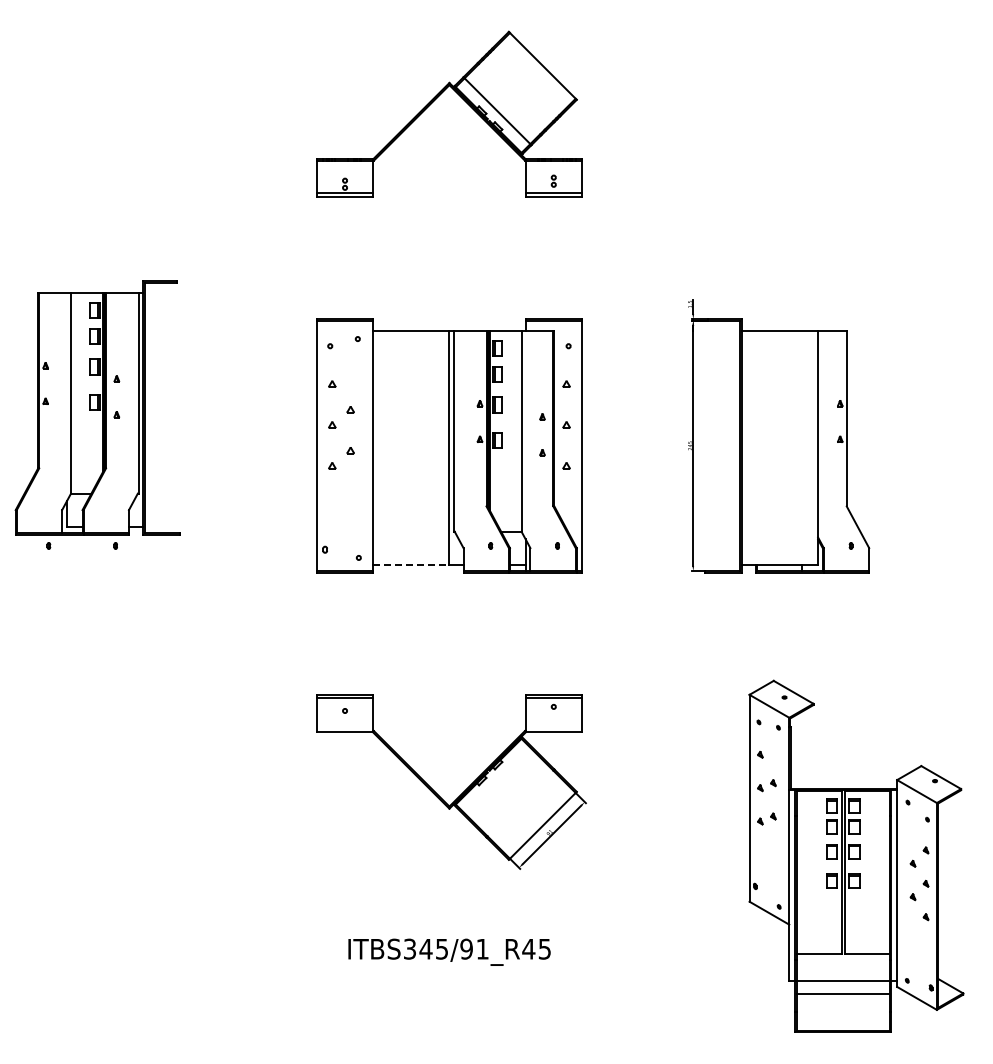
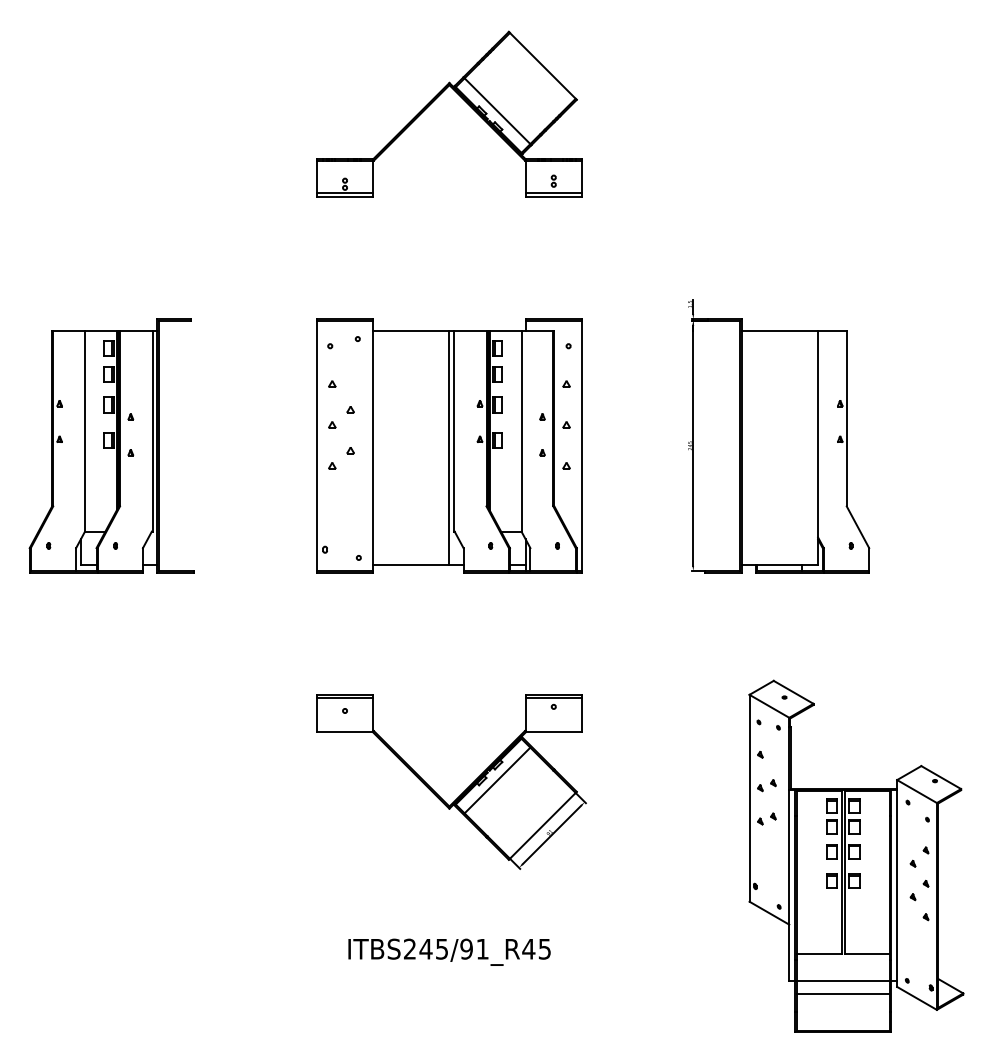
part at (97, 407) position: (97, 407) -> (111, 445)
line at (411, 565): dashed -> solid
line at (497, 780): none -> present
text at (409, 949): ITBS345/91_R45 -> ITBS245/91_R45
